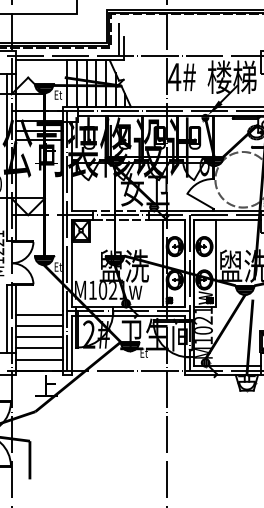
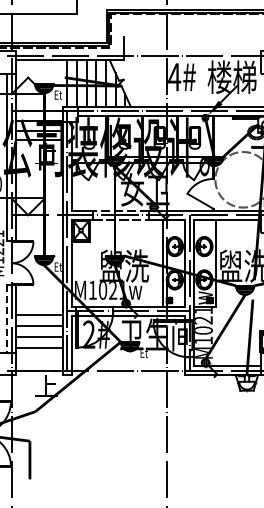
line at (119, 38): present -> none
line at (7, 319): solid -> dashed
line at (39, 359): present -> none
